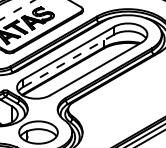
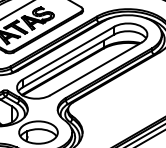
line at (17, 10): dashed -> solid
line at (68, 60): dashed -> solid
